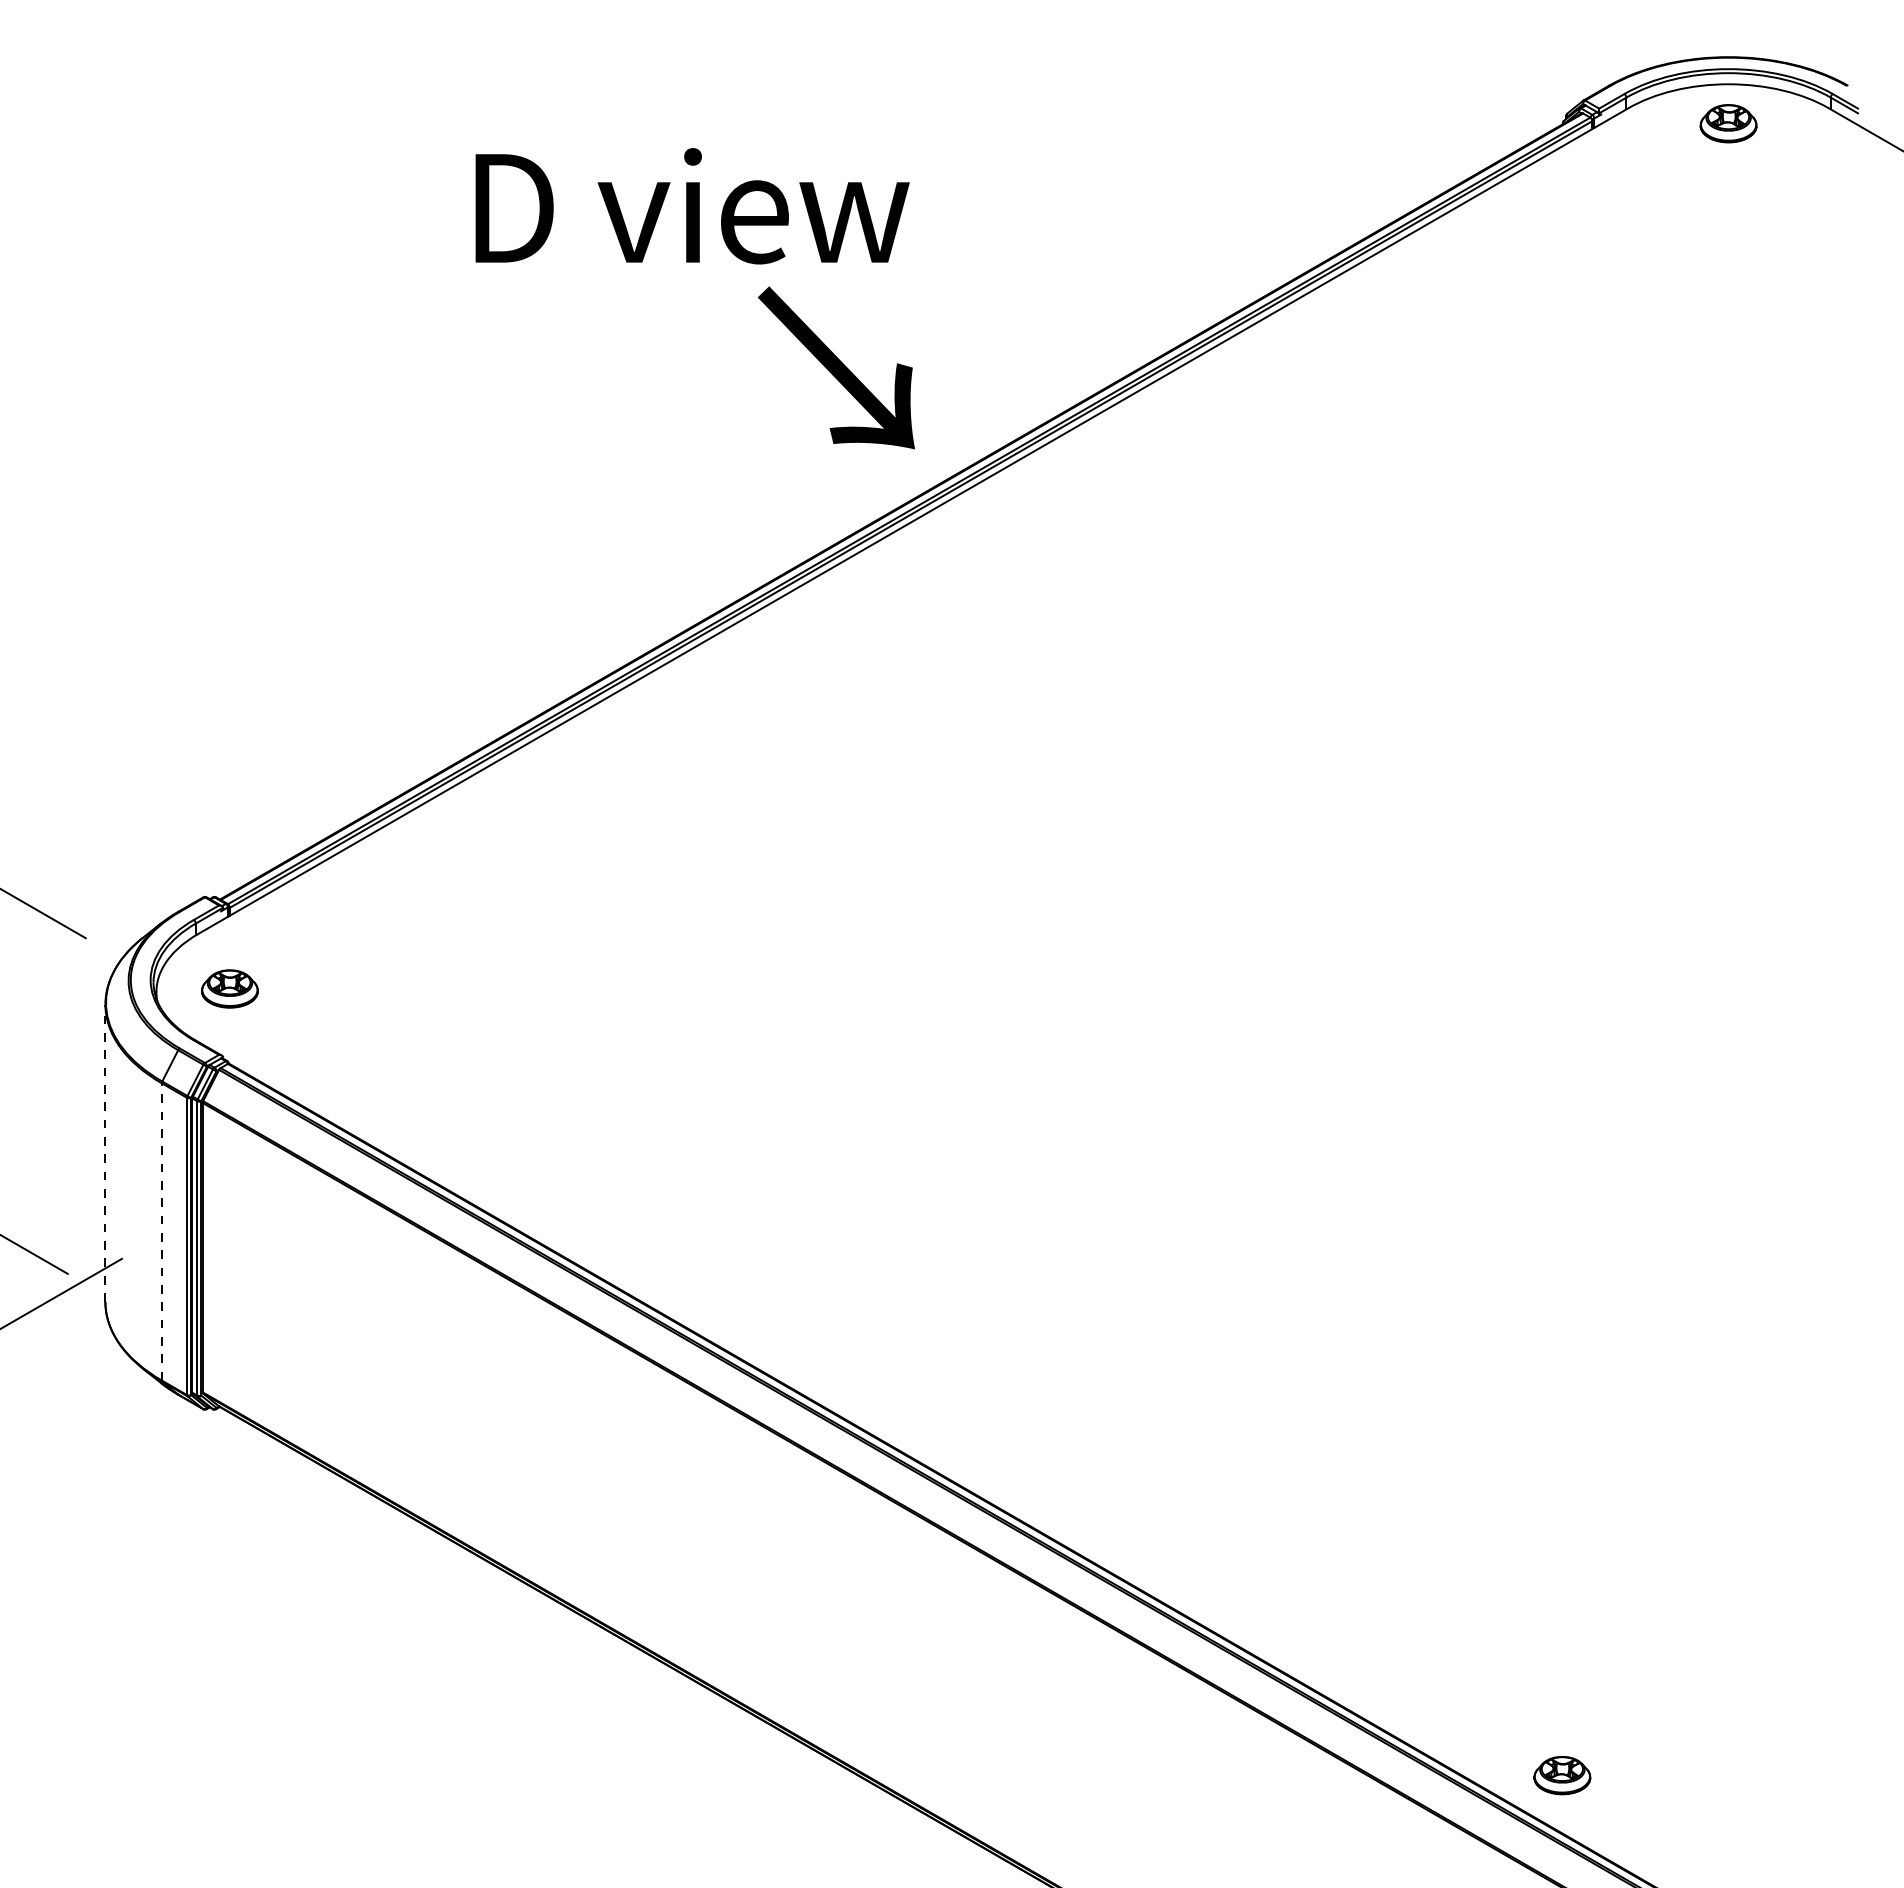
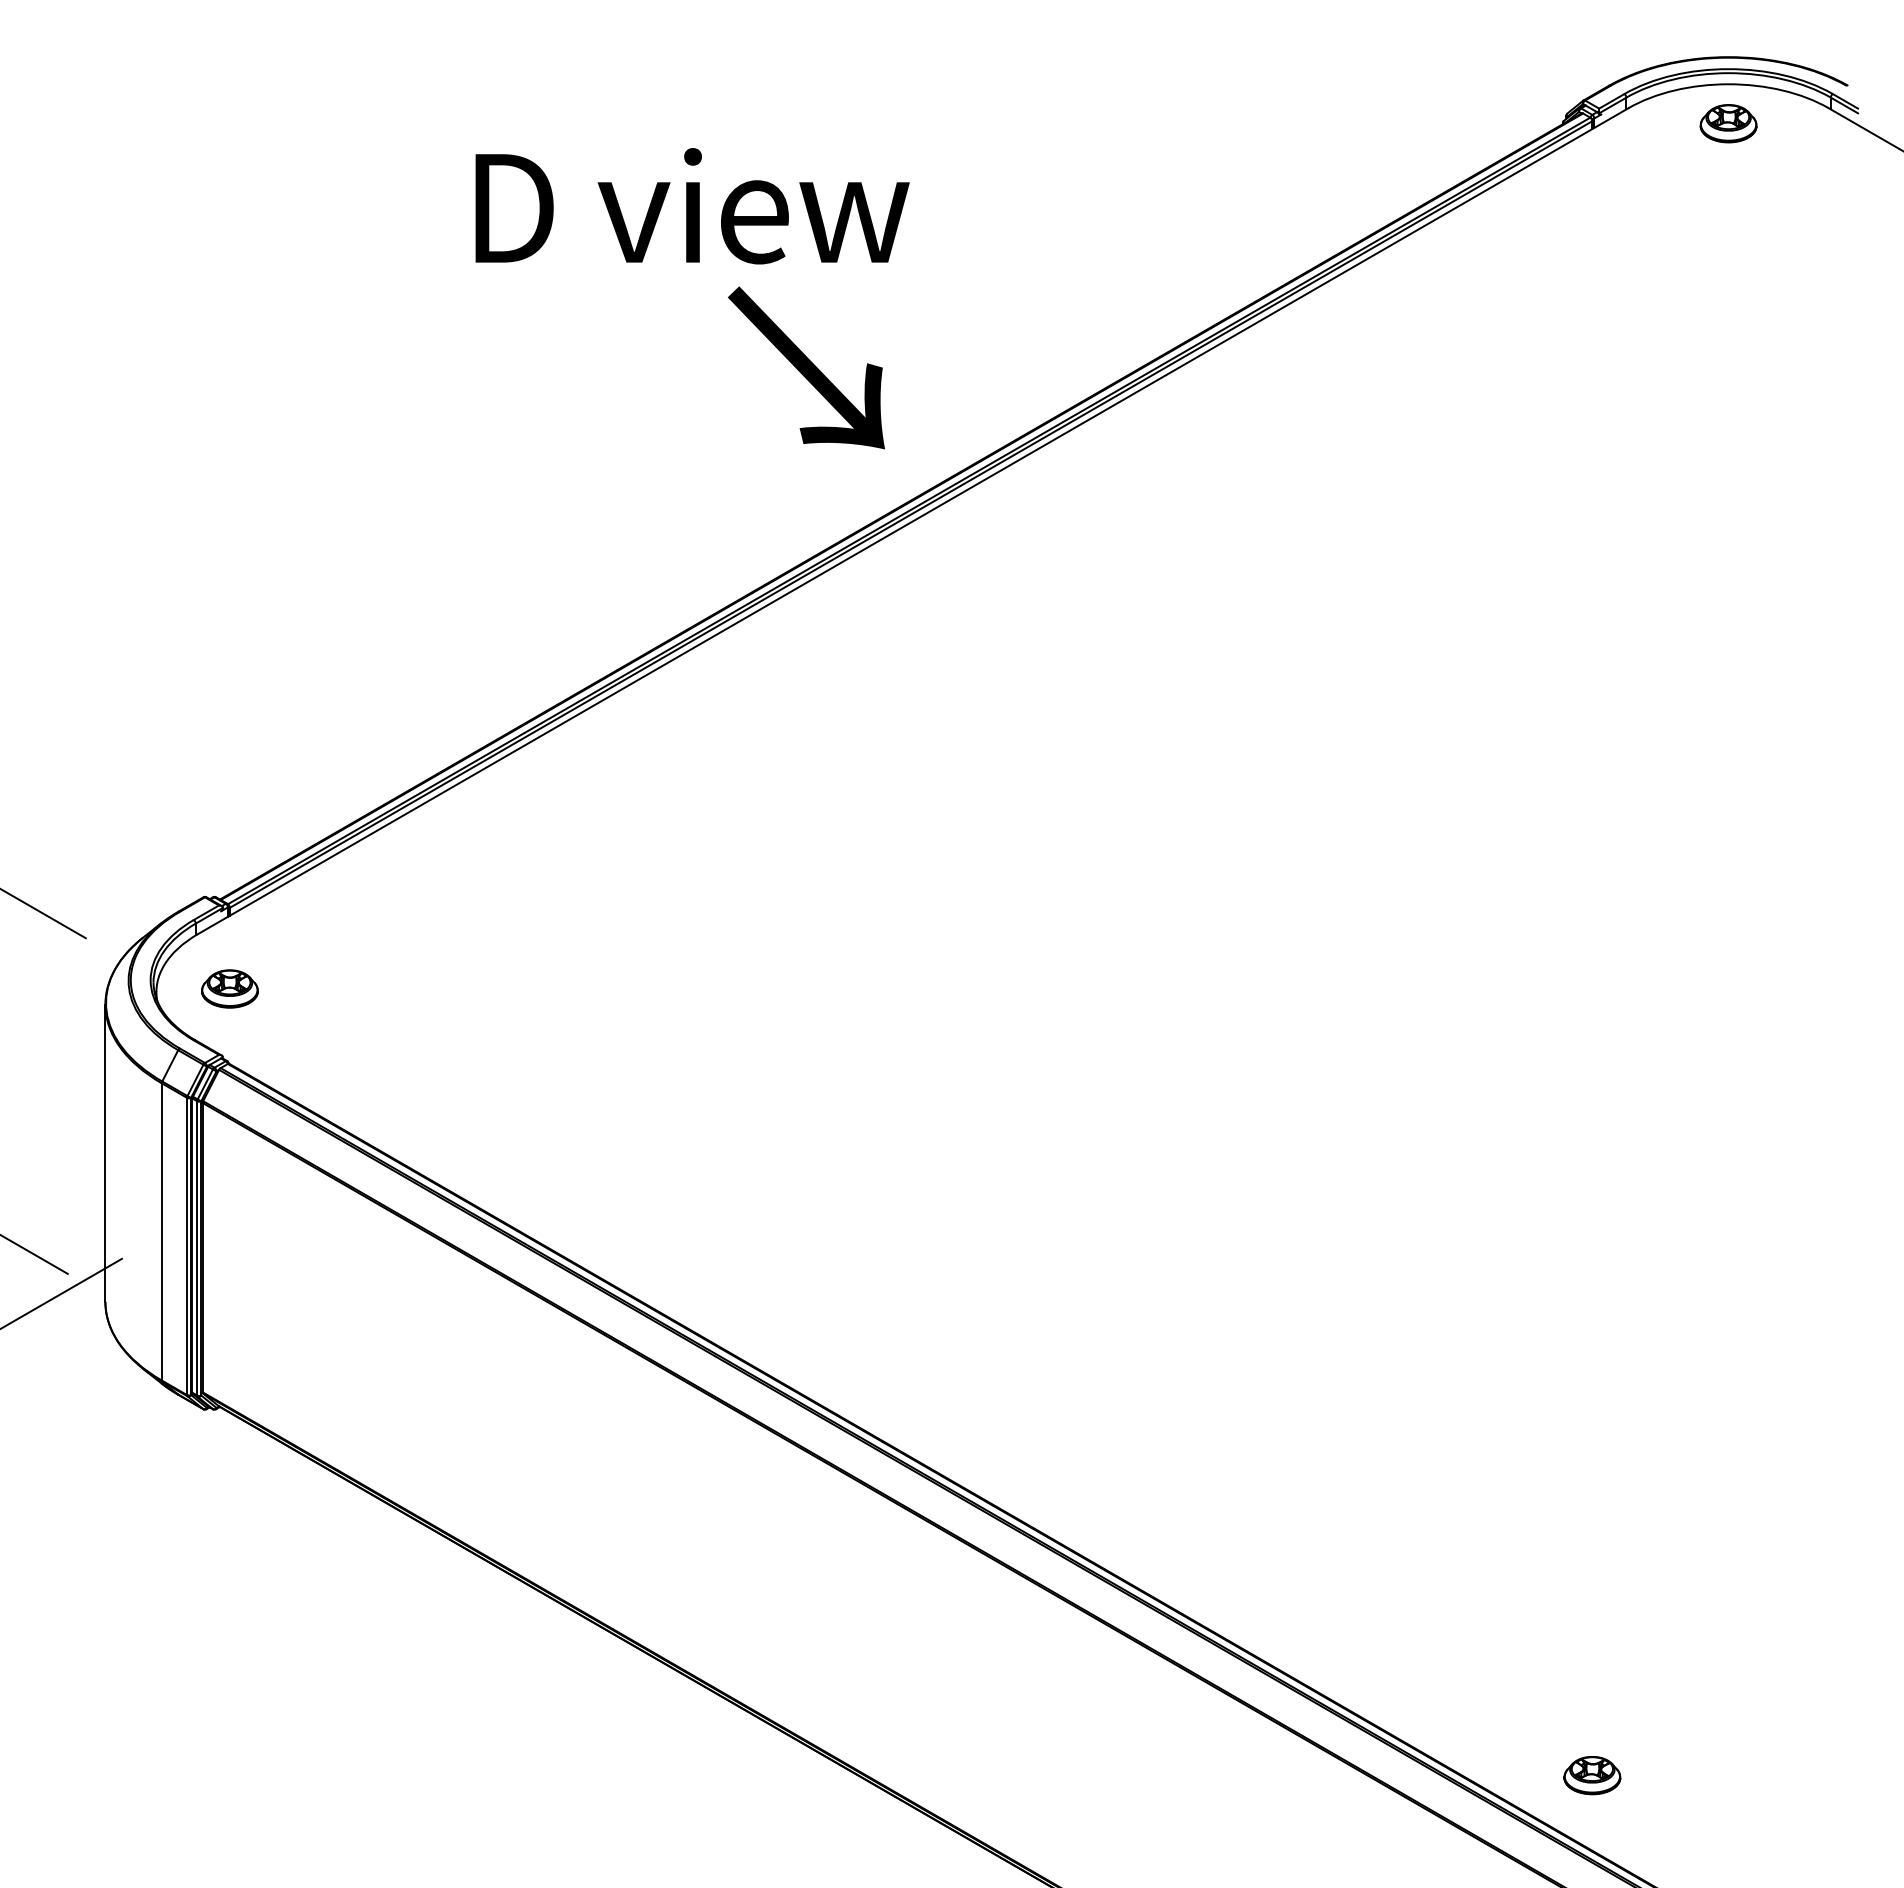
text at (836, 367) position: (836, 367) -> (806, 367)
line at (105, 1153): dashed -> solid
line at (161, 1231): dashed -> solid
part at (1562, 1775) position: (1562, 1775) -> (1592, 1775)
